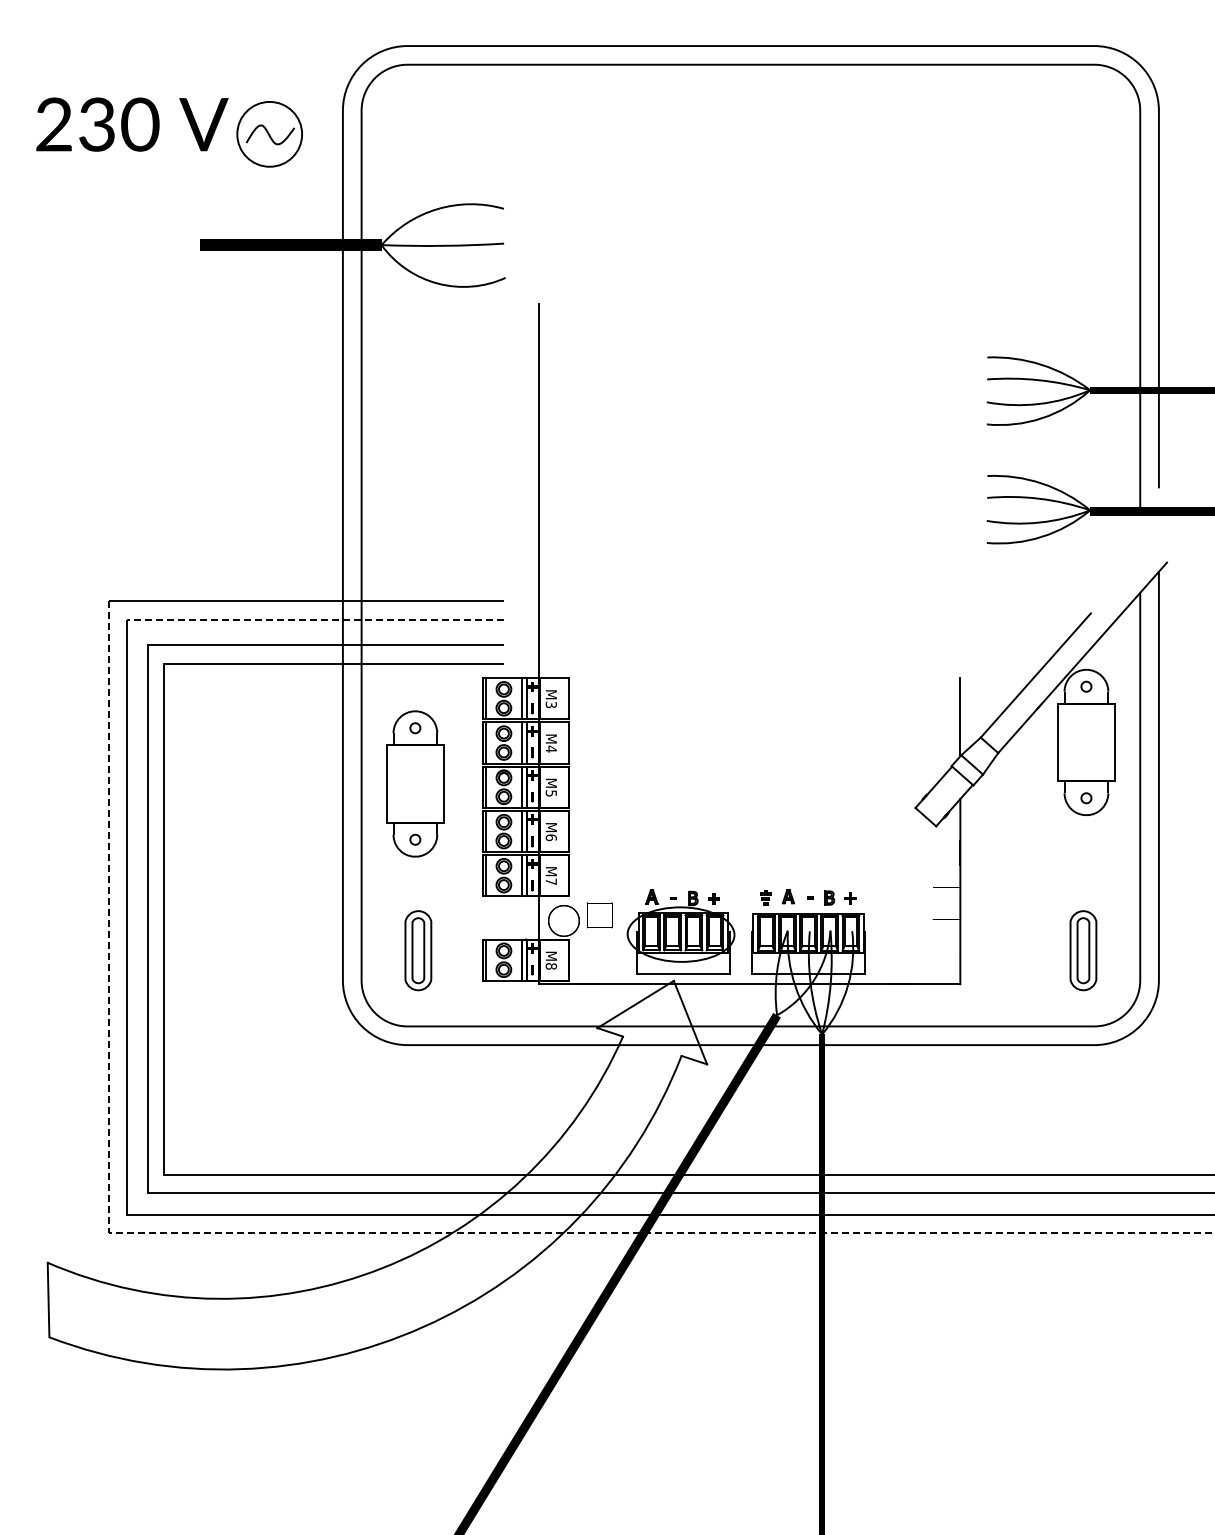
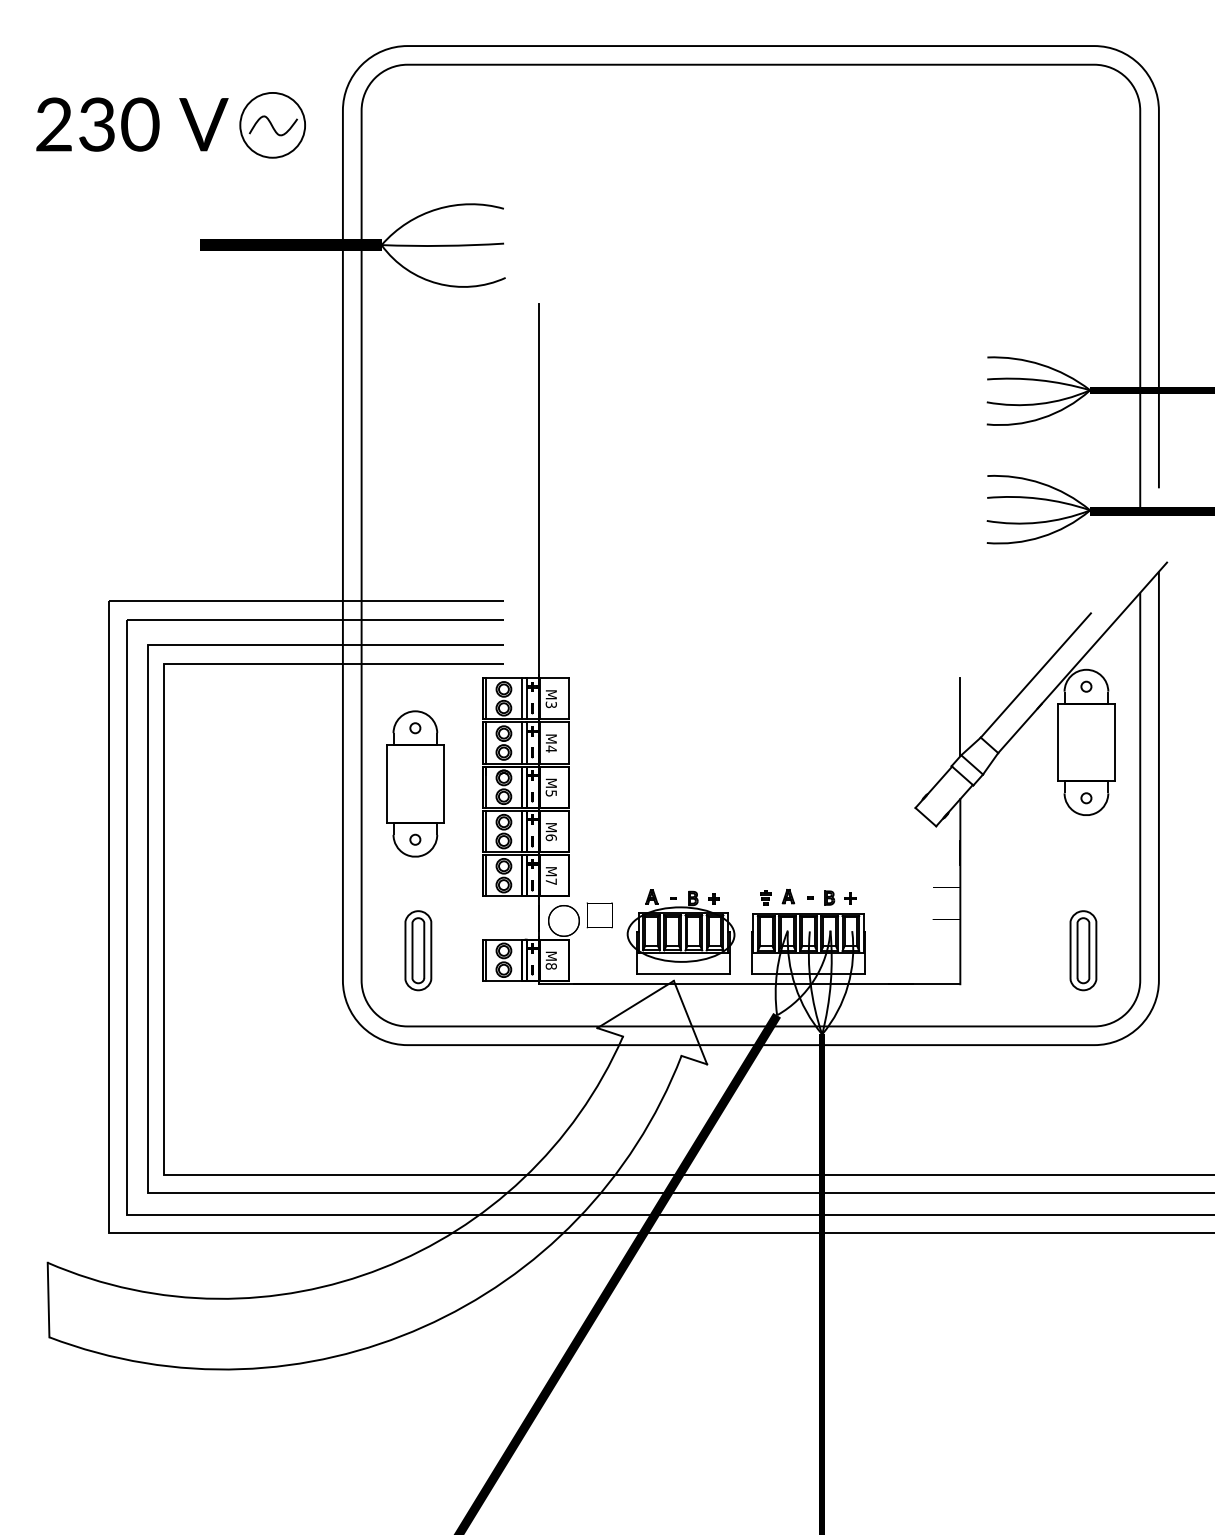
part at (269, 134) position: (269, 134) -> (272, 125)
line at (314, 619): dashed -> solid
line at (345, 1232): dashed -> solid
